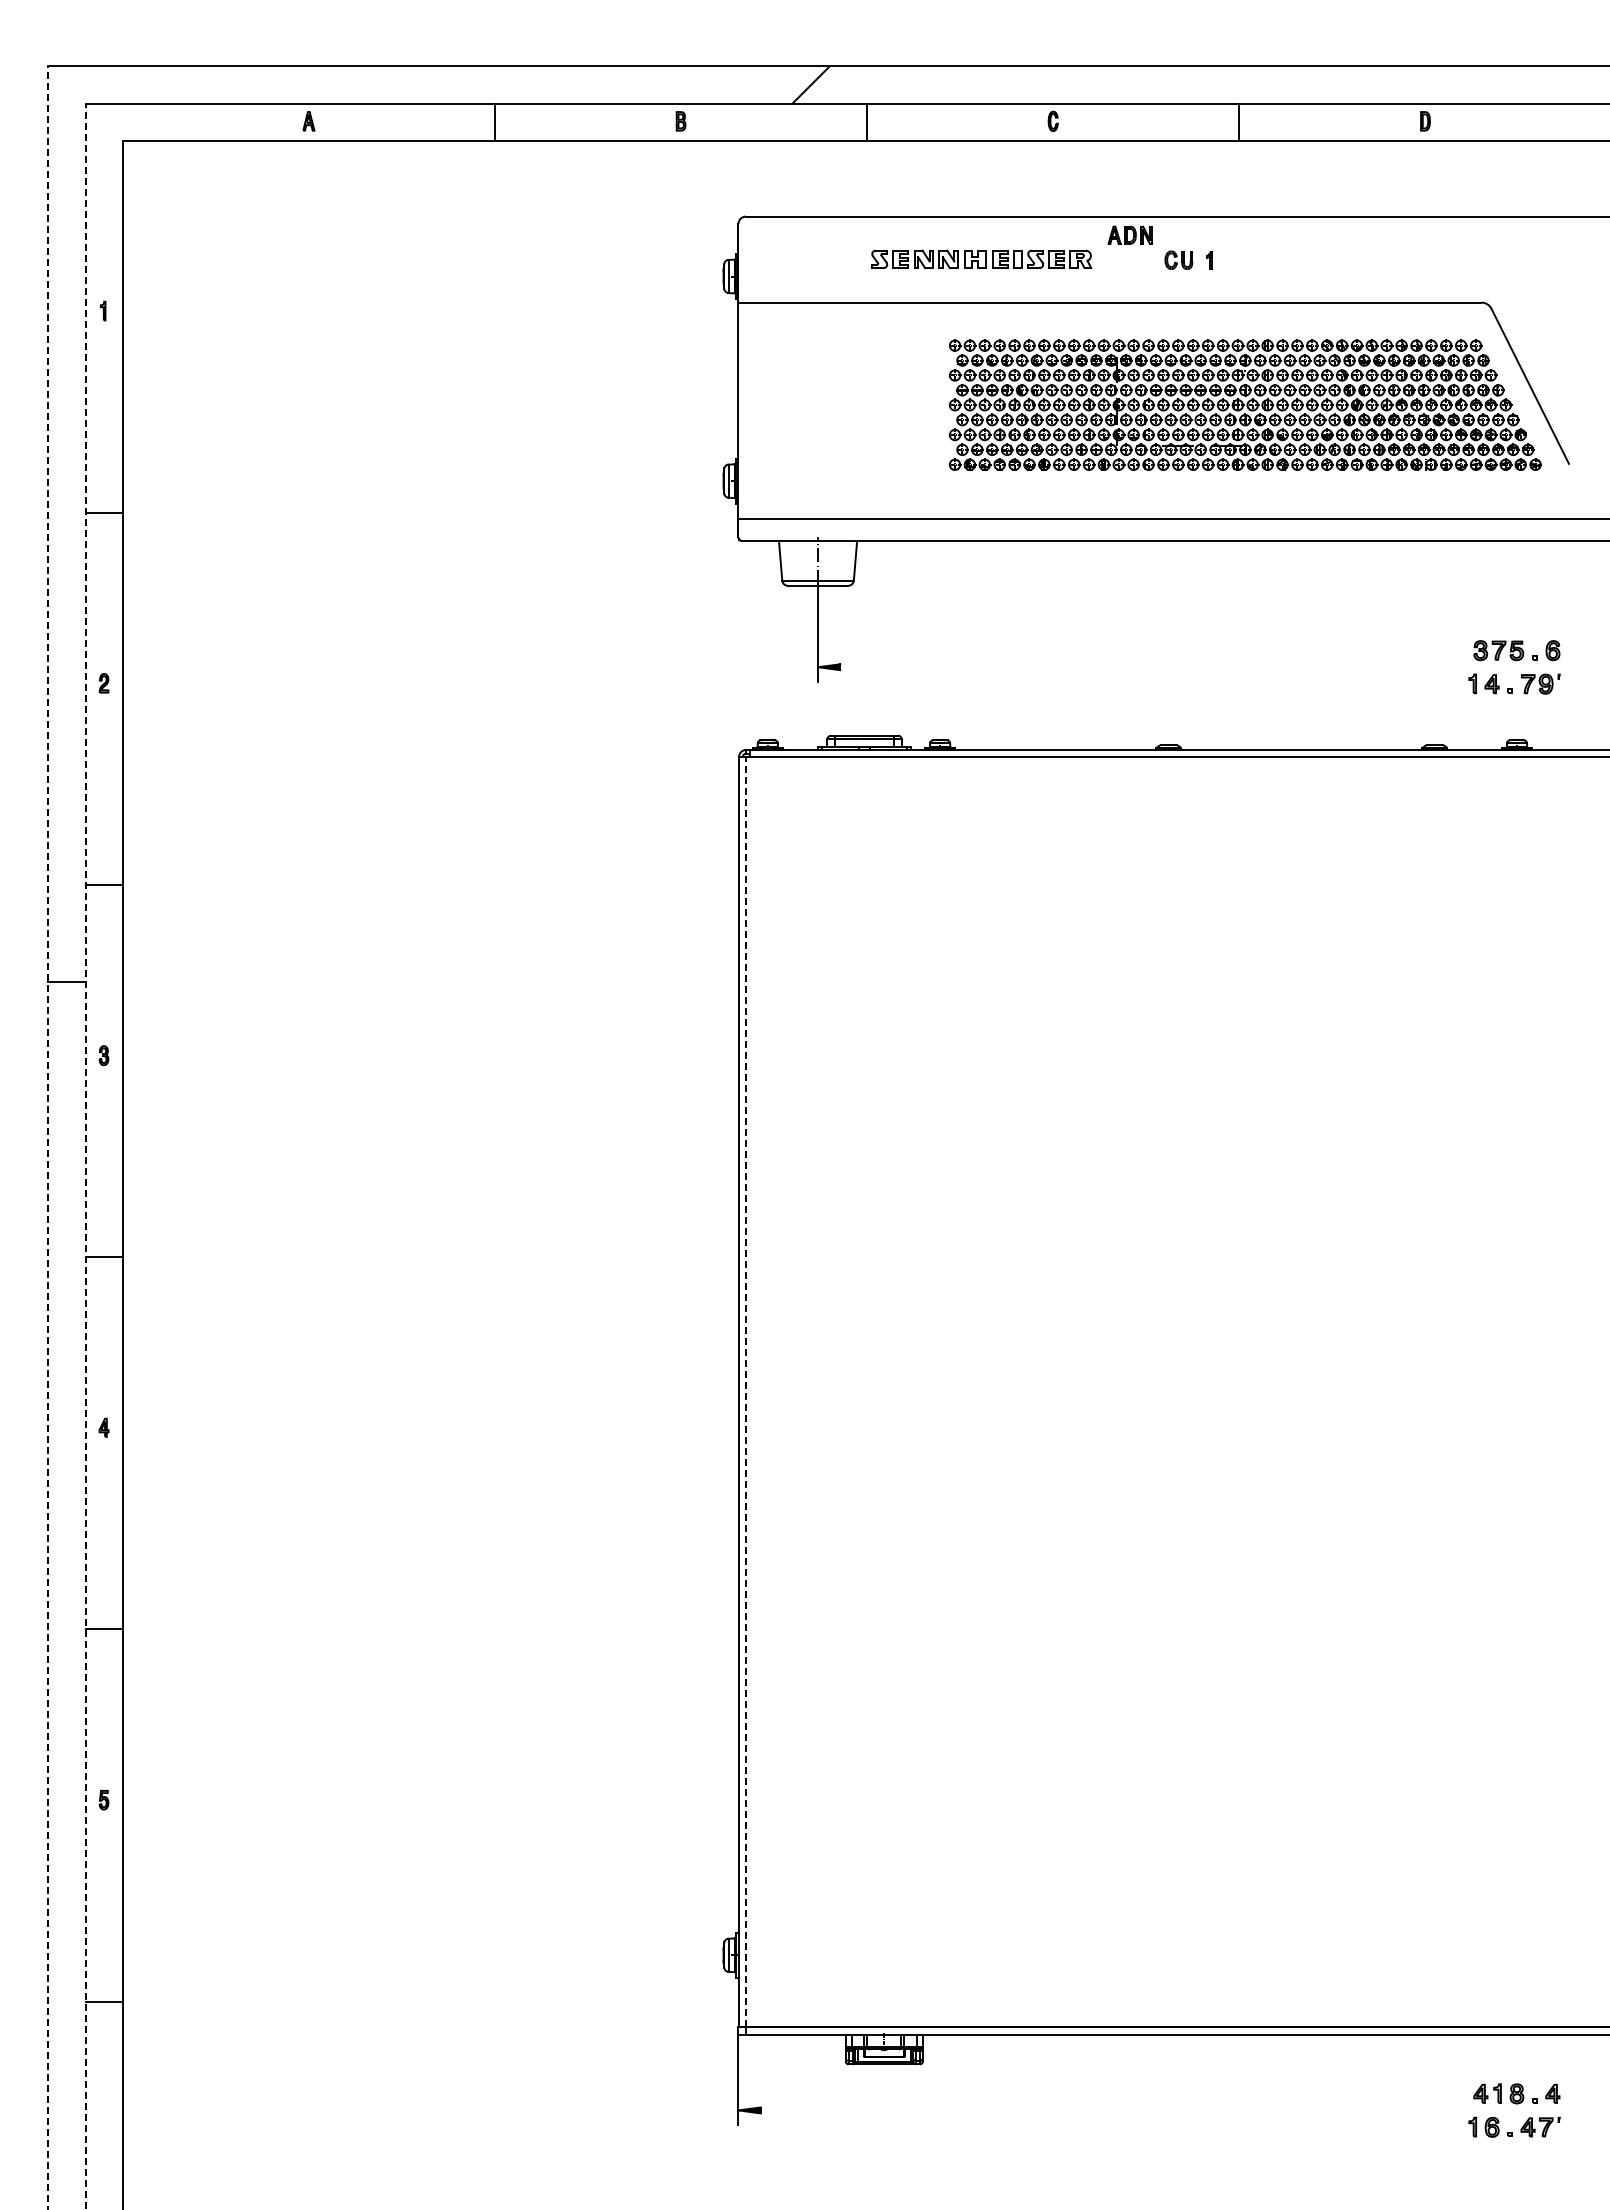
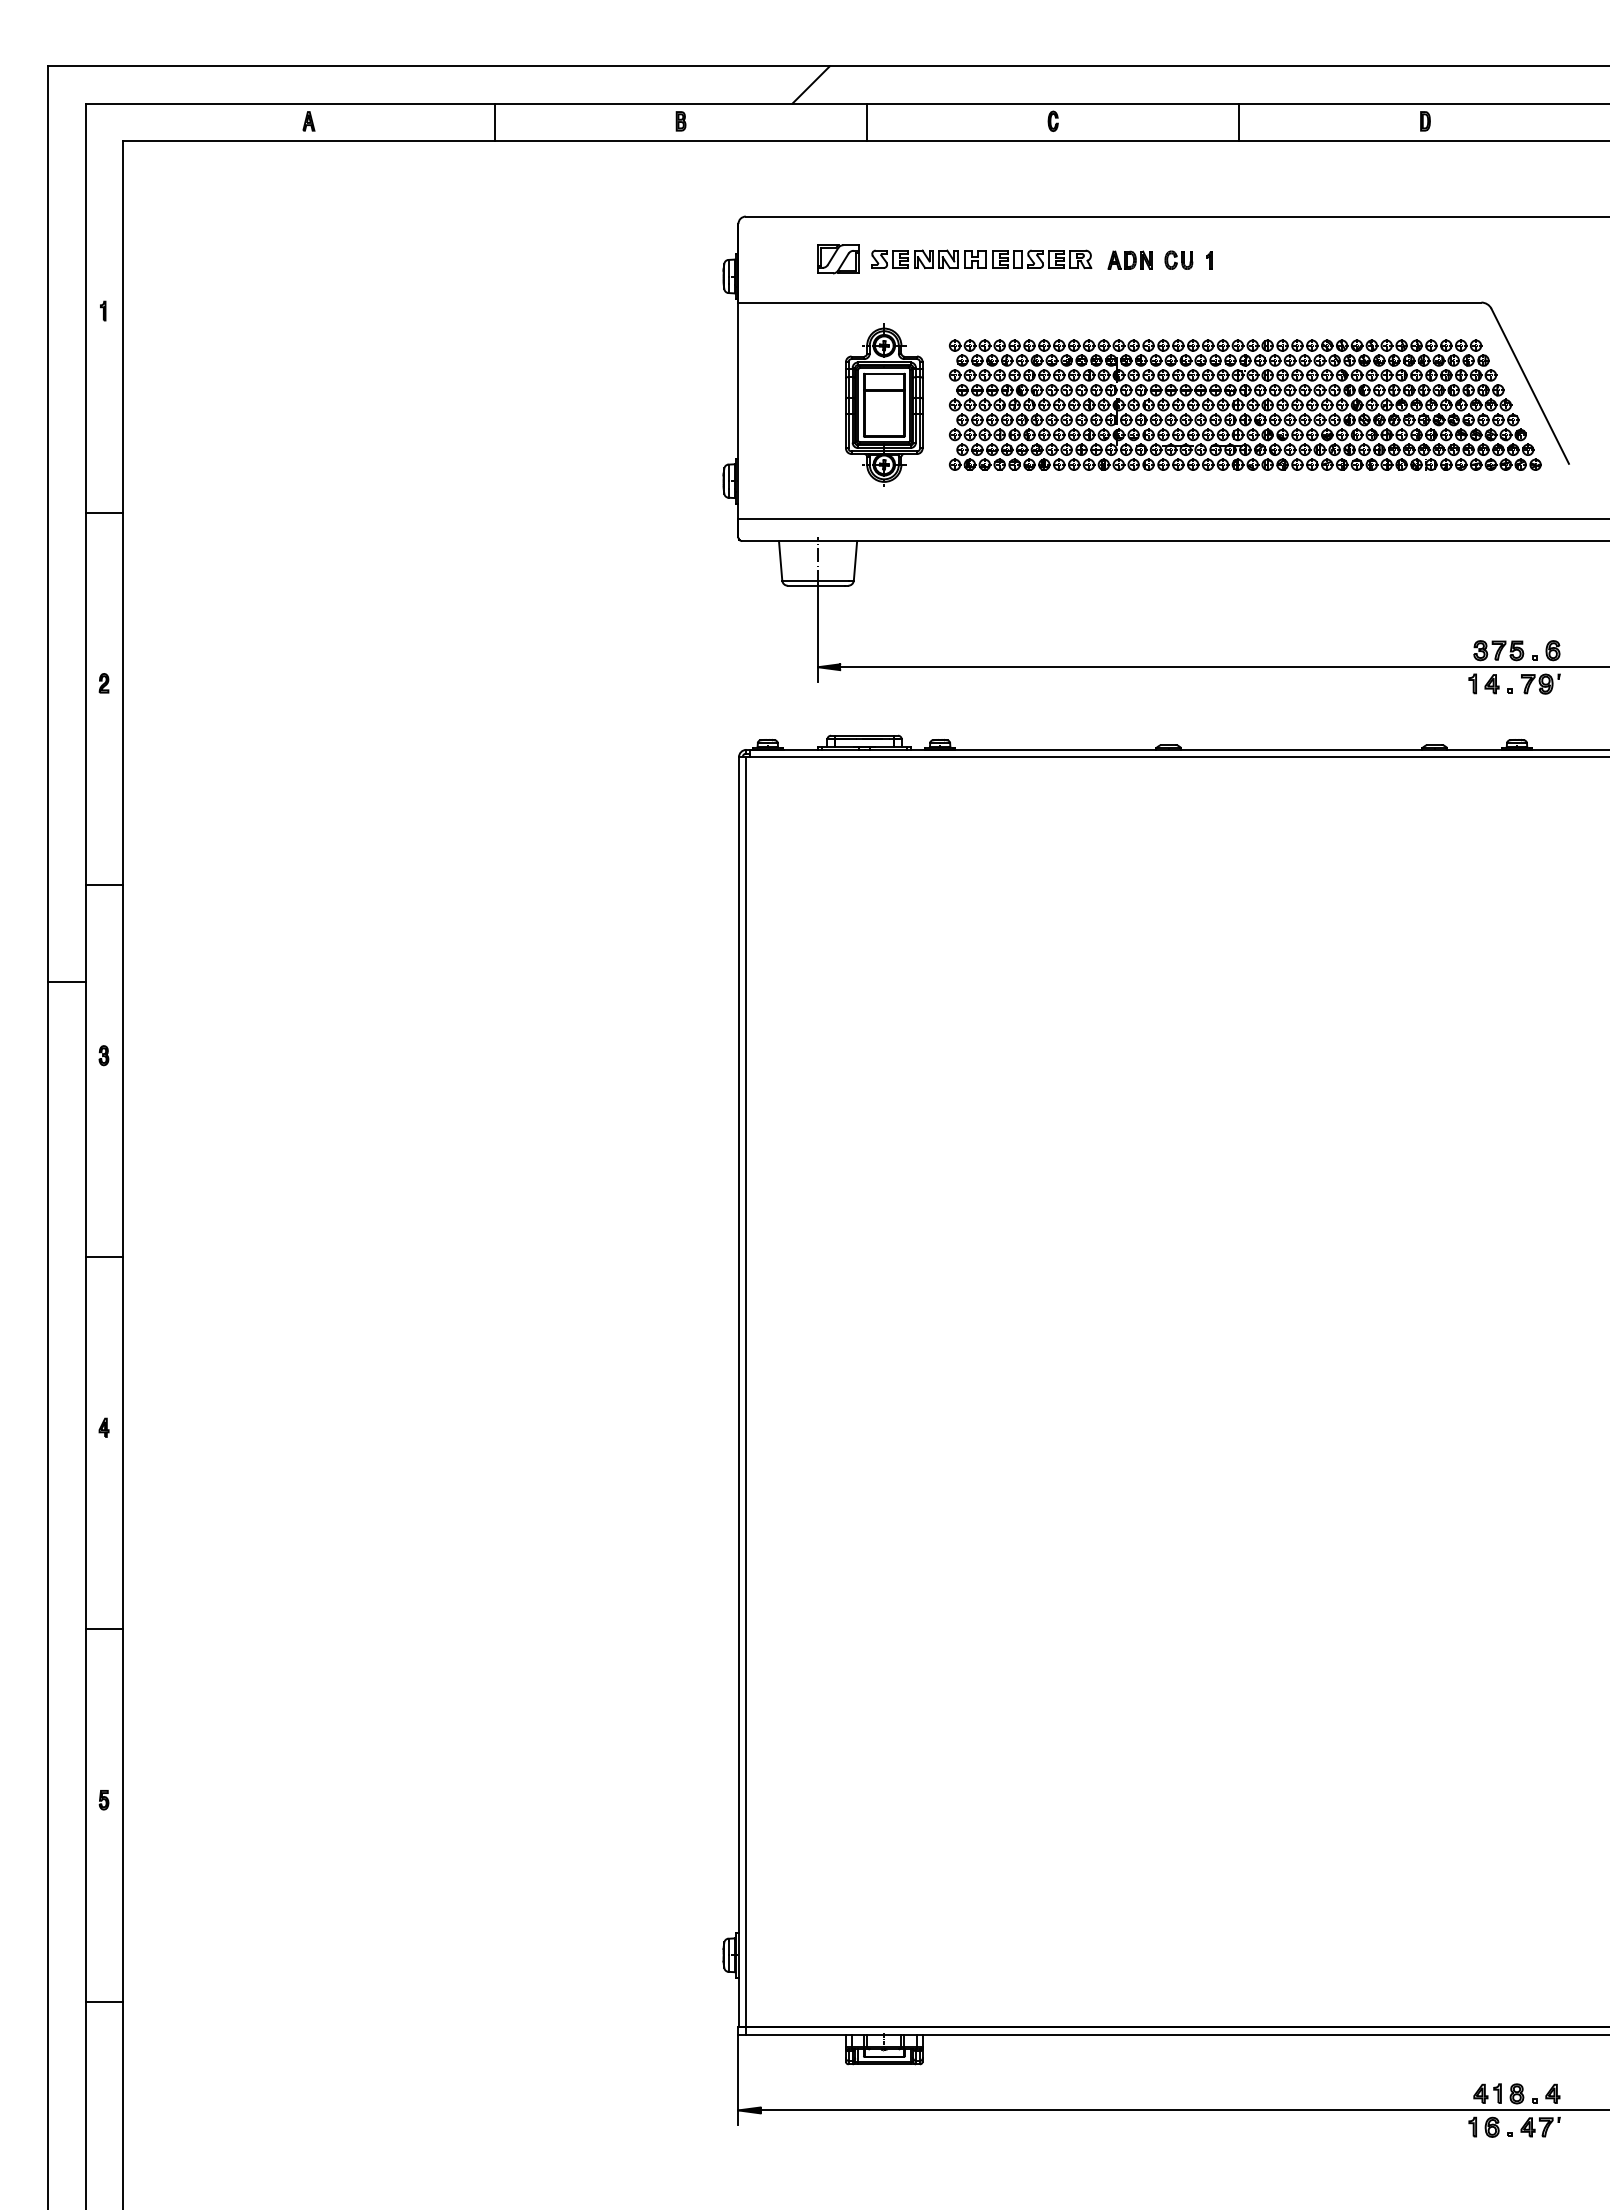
part at (1129, 234) position: (1129, 234) -> (1129, 259)
part at (838, 259): none -> present
part at (884, 404): none -> present
line at (1223, 667): none -> present
line at (48, 1137): dashed -> solid
line at (85, 1156): dashed -> solid
line at (746, 1392): dashed -> solid
line at (1183, 2110): none -> present
